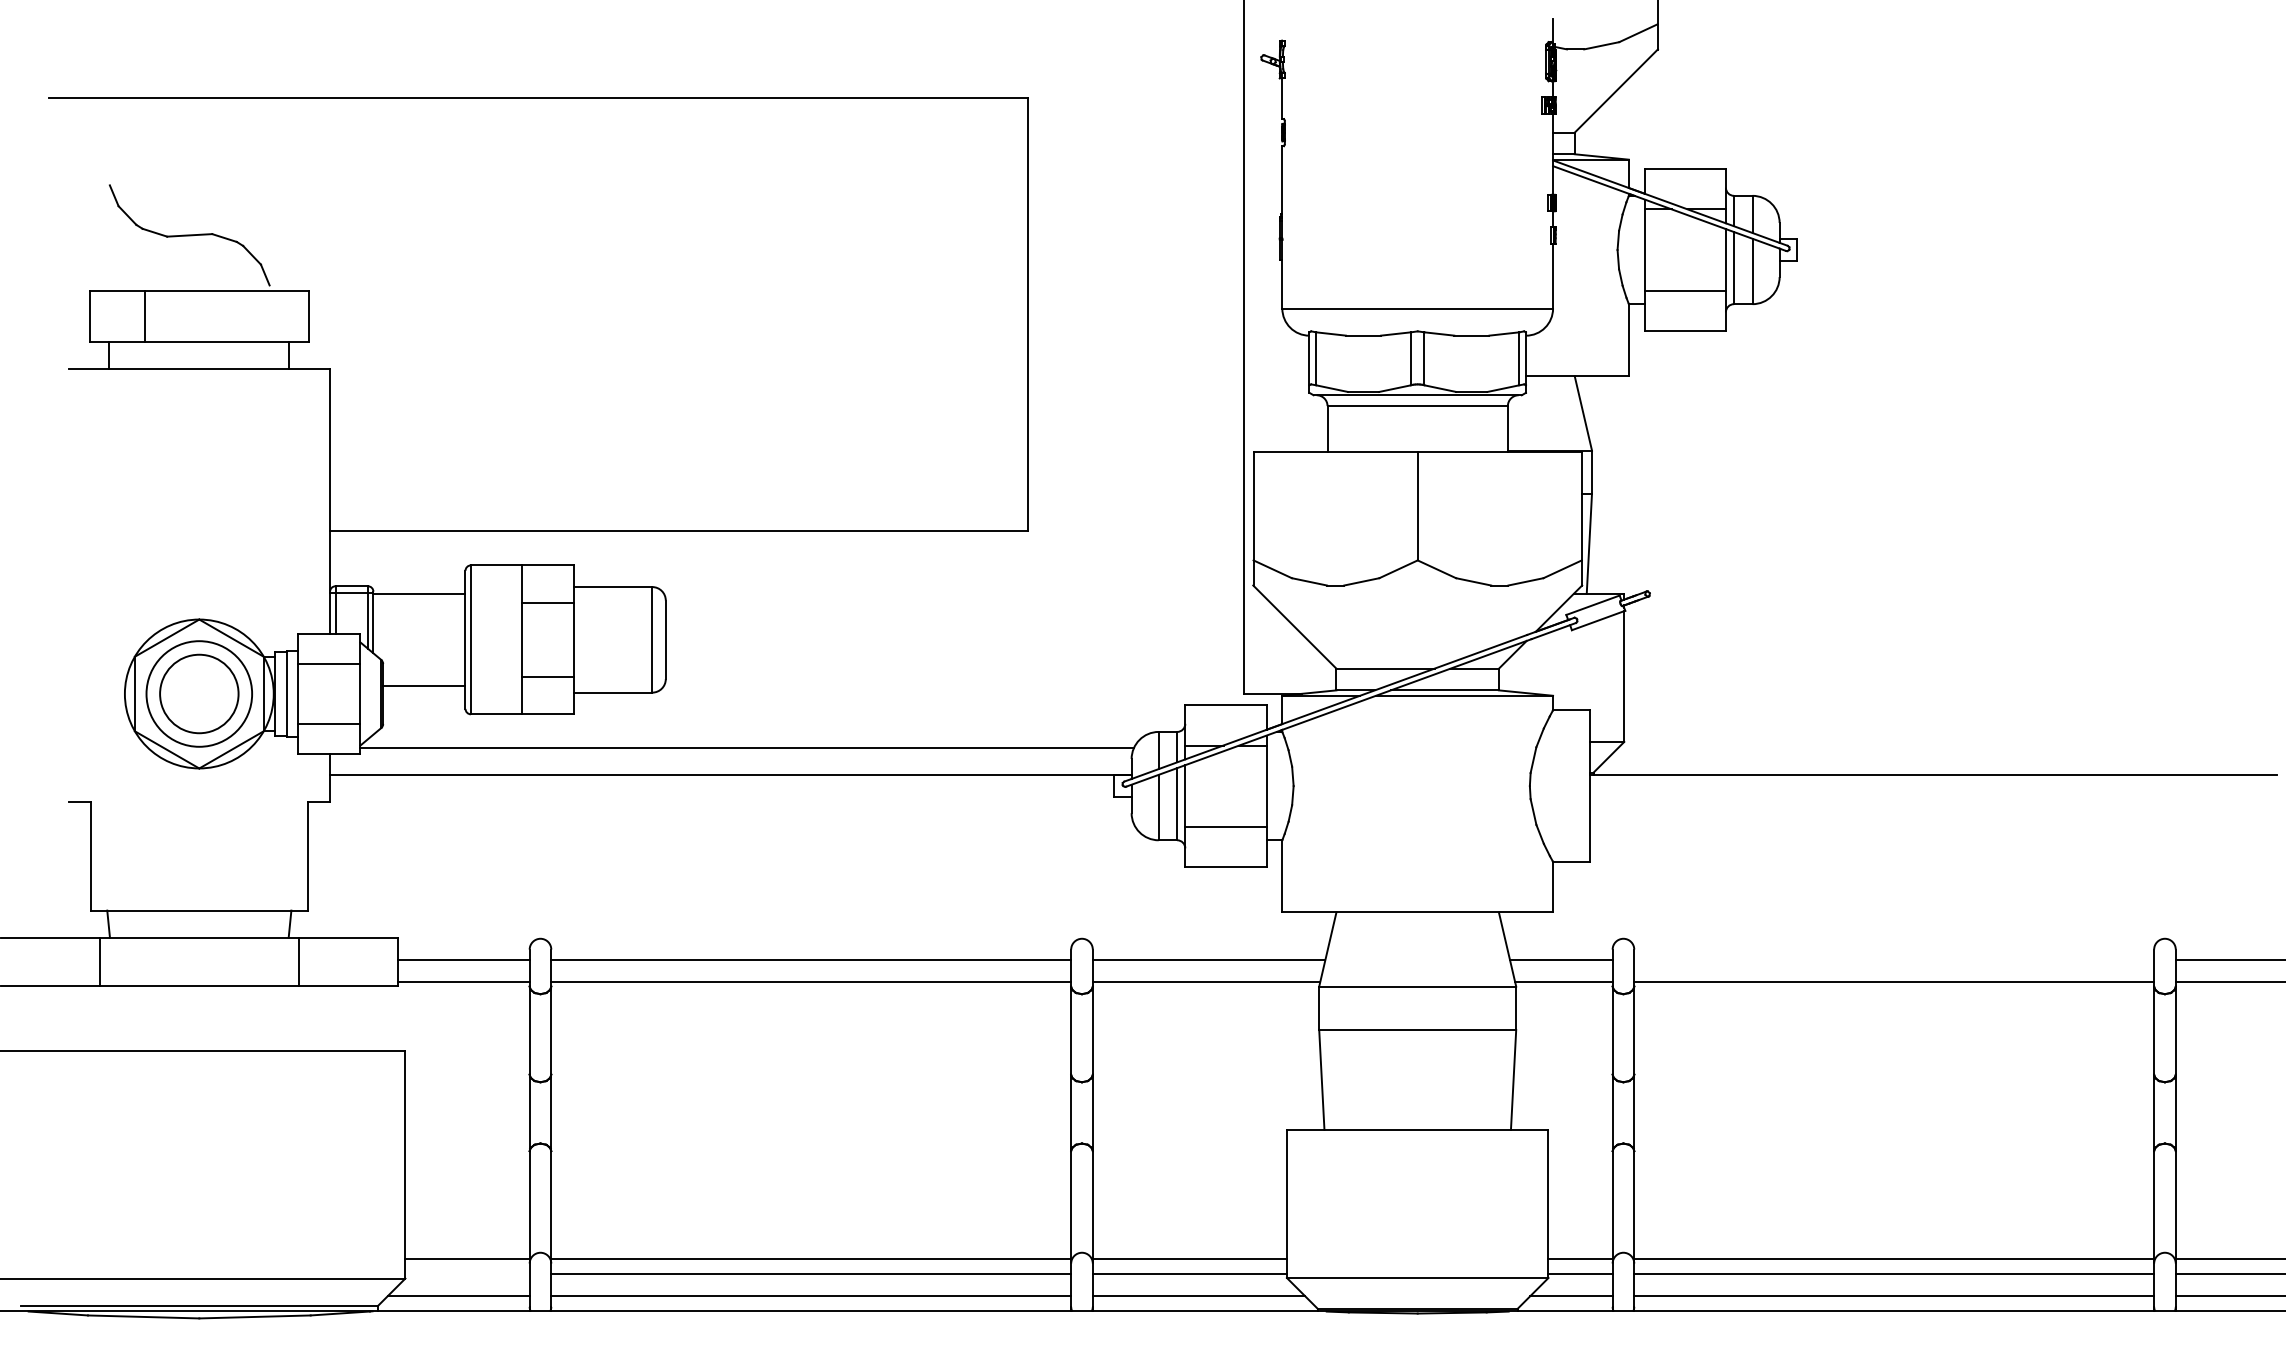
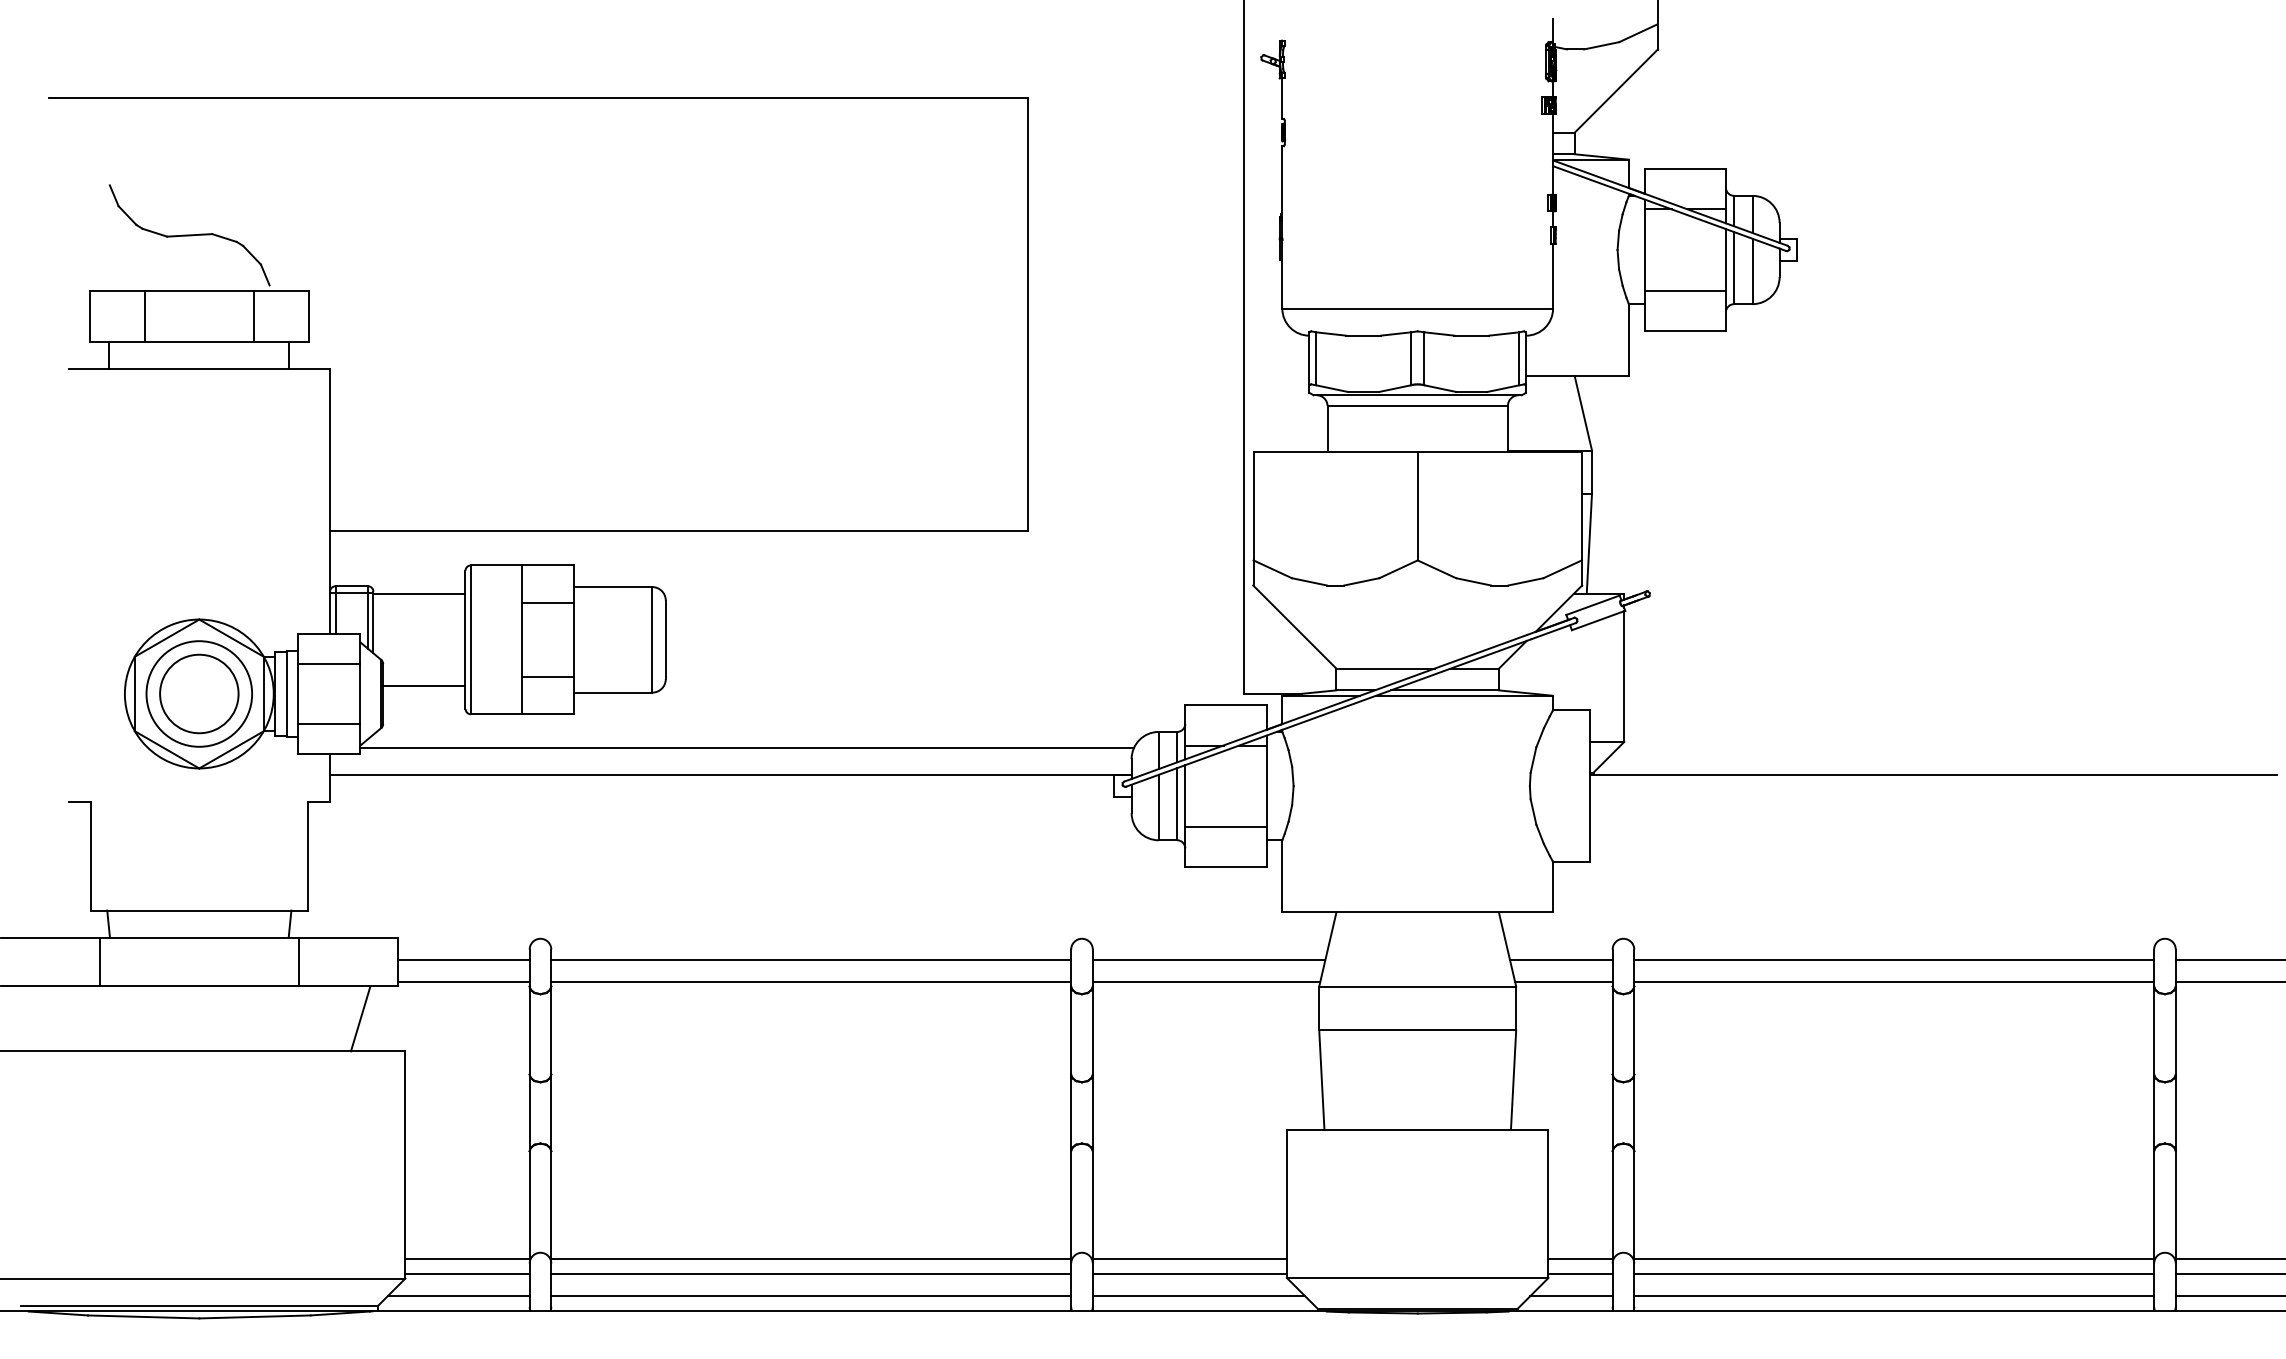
line at (254, 316): none -> present
line at (1894, 960): none -> present
line at (360, 1018): none -> present
line at (467, 1274): none -> present
